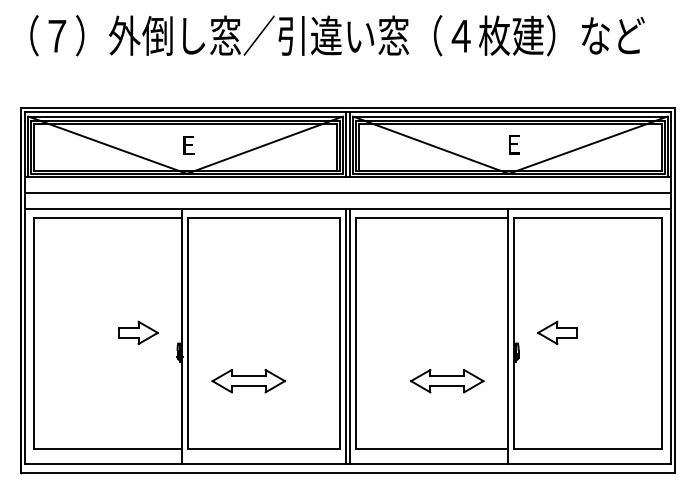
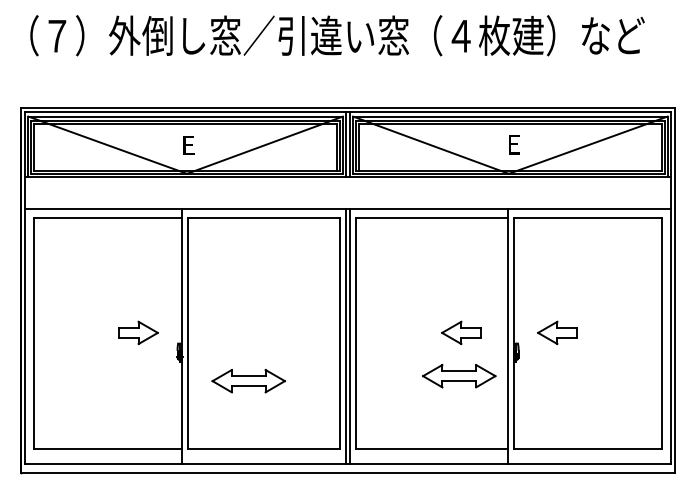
line at (347, 192): present -> none
part at (461, 332): none -> present
part at (447, 381) position: (447, 381) -> (459, 376)
